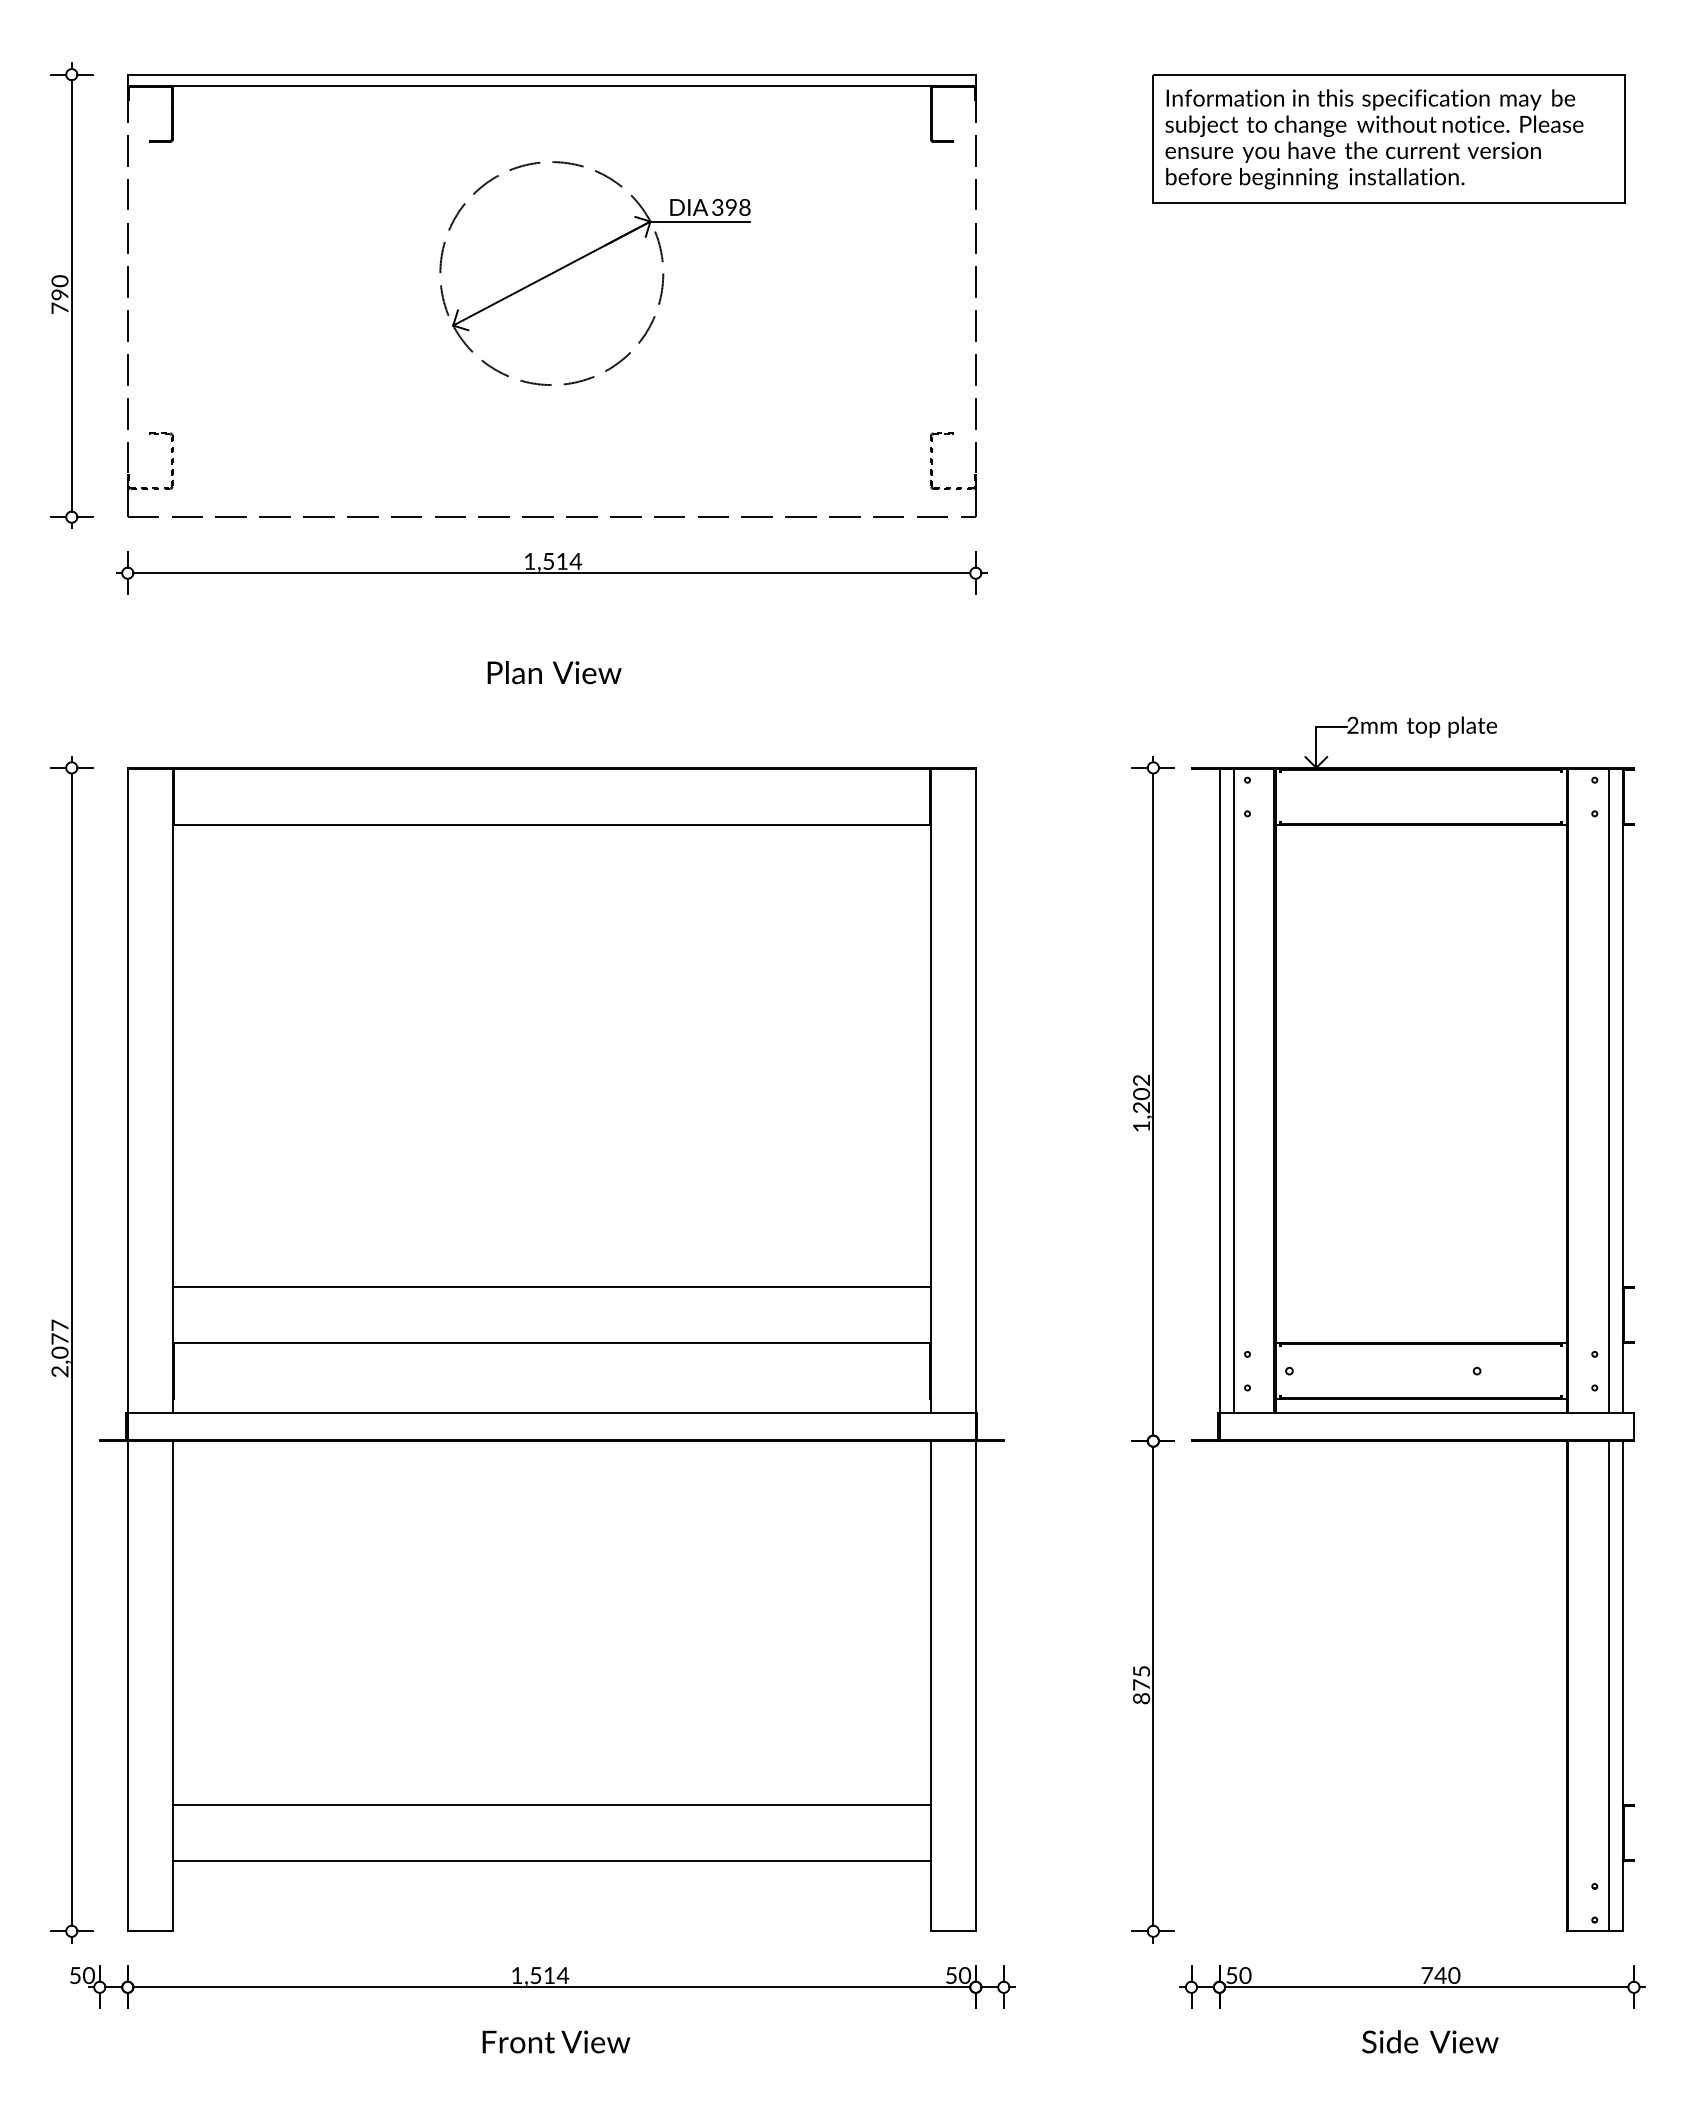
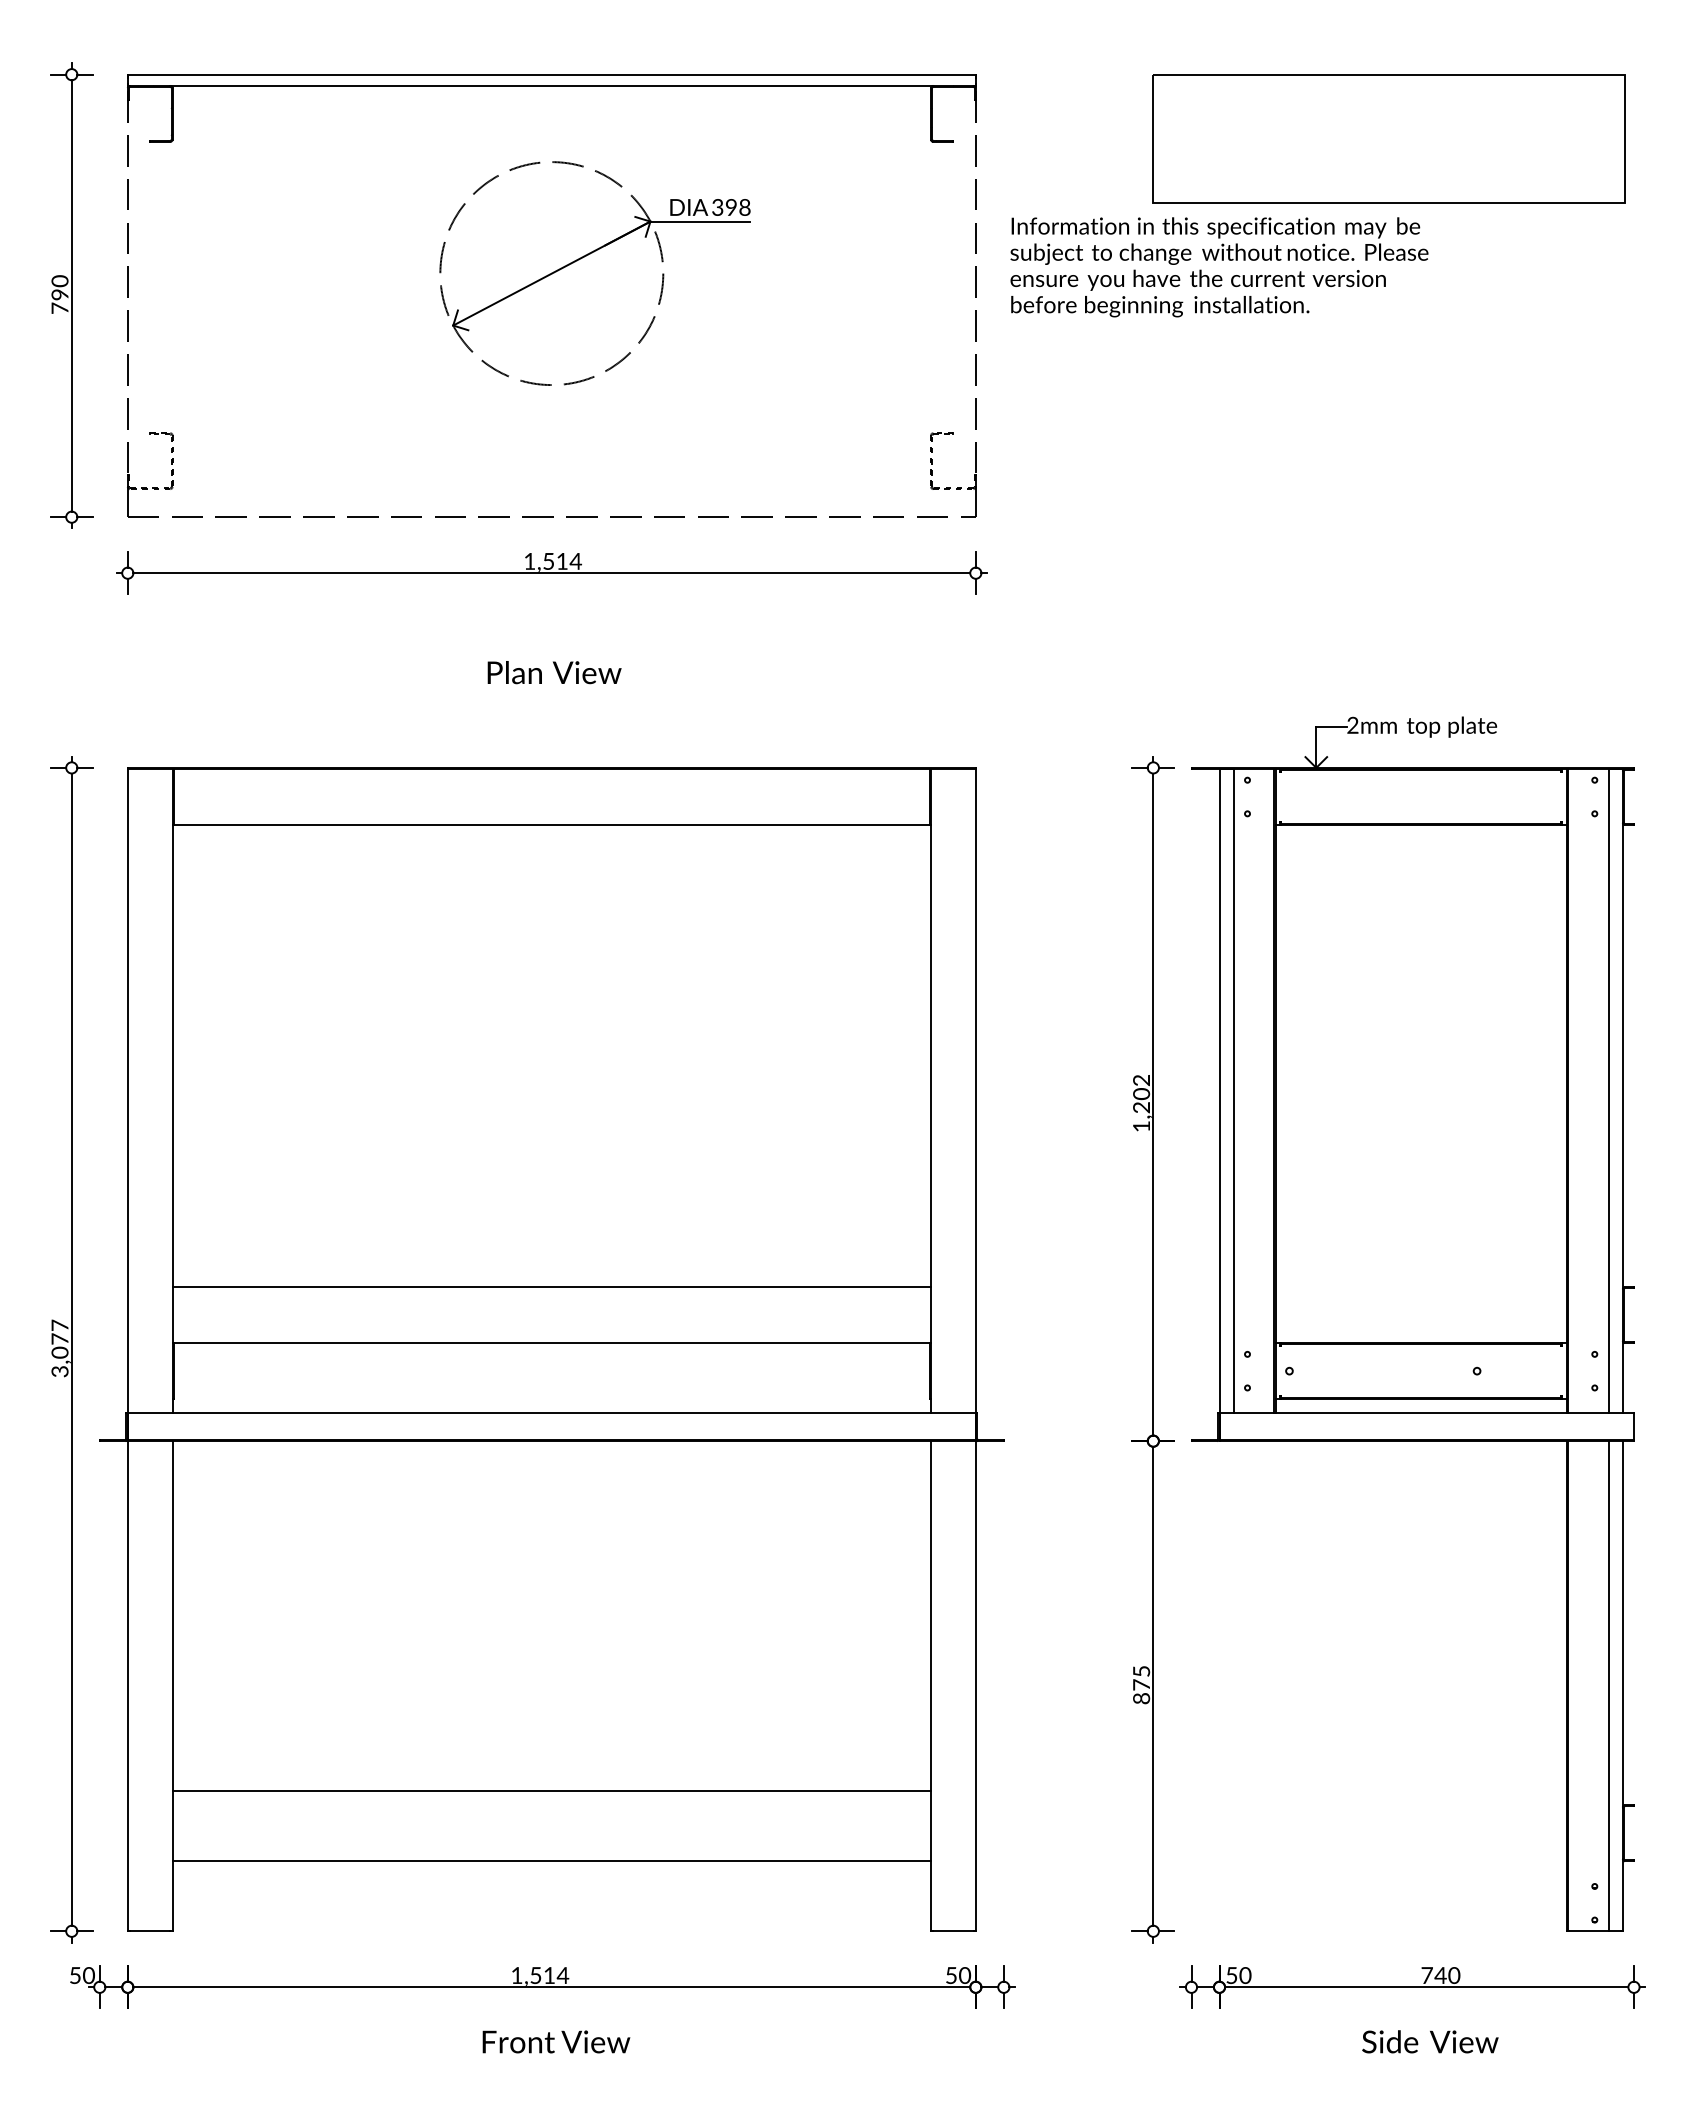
text at (1374, 139) position: (1374, 139) -> (1219, 267)
text at (62, 1371): 2,077 -> 3,077
line at (551, 1805) position: (551, 1805) -> (551, 1791)
